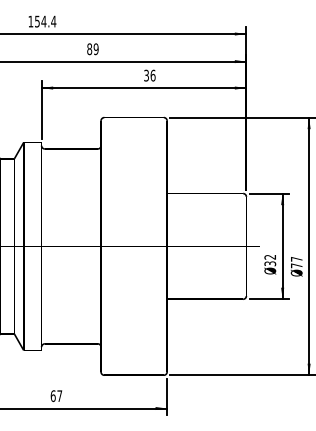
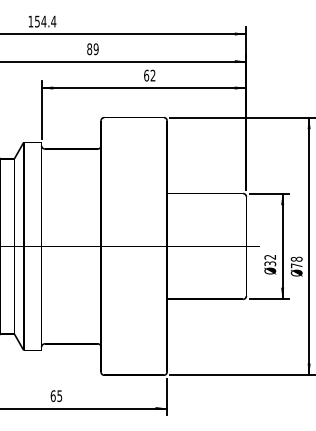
text at (149, 75): 36 -> 62
text at (296, 258): 77 -> 78
text at (59, 396): 67 -> 65
